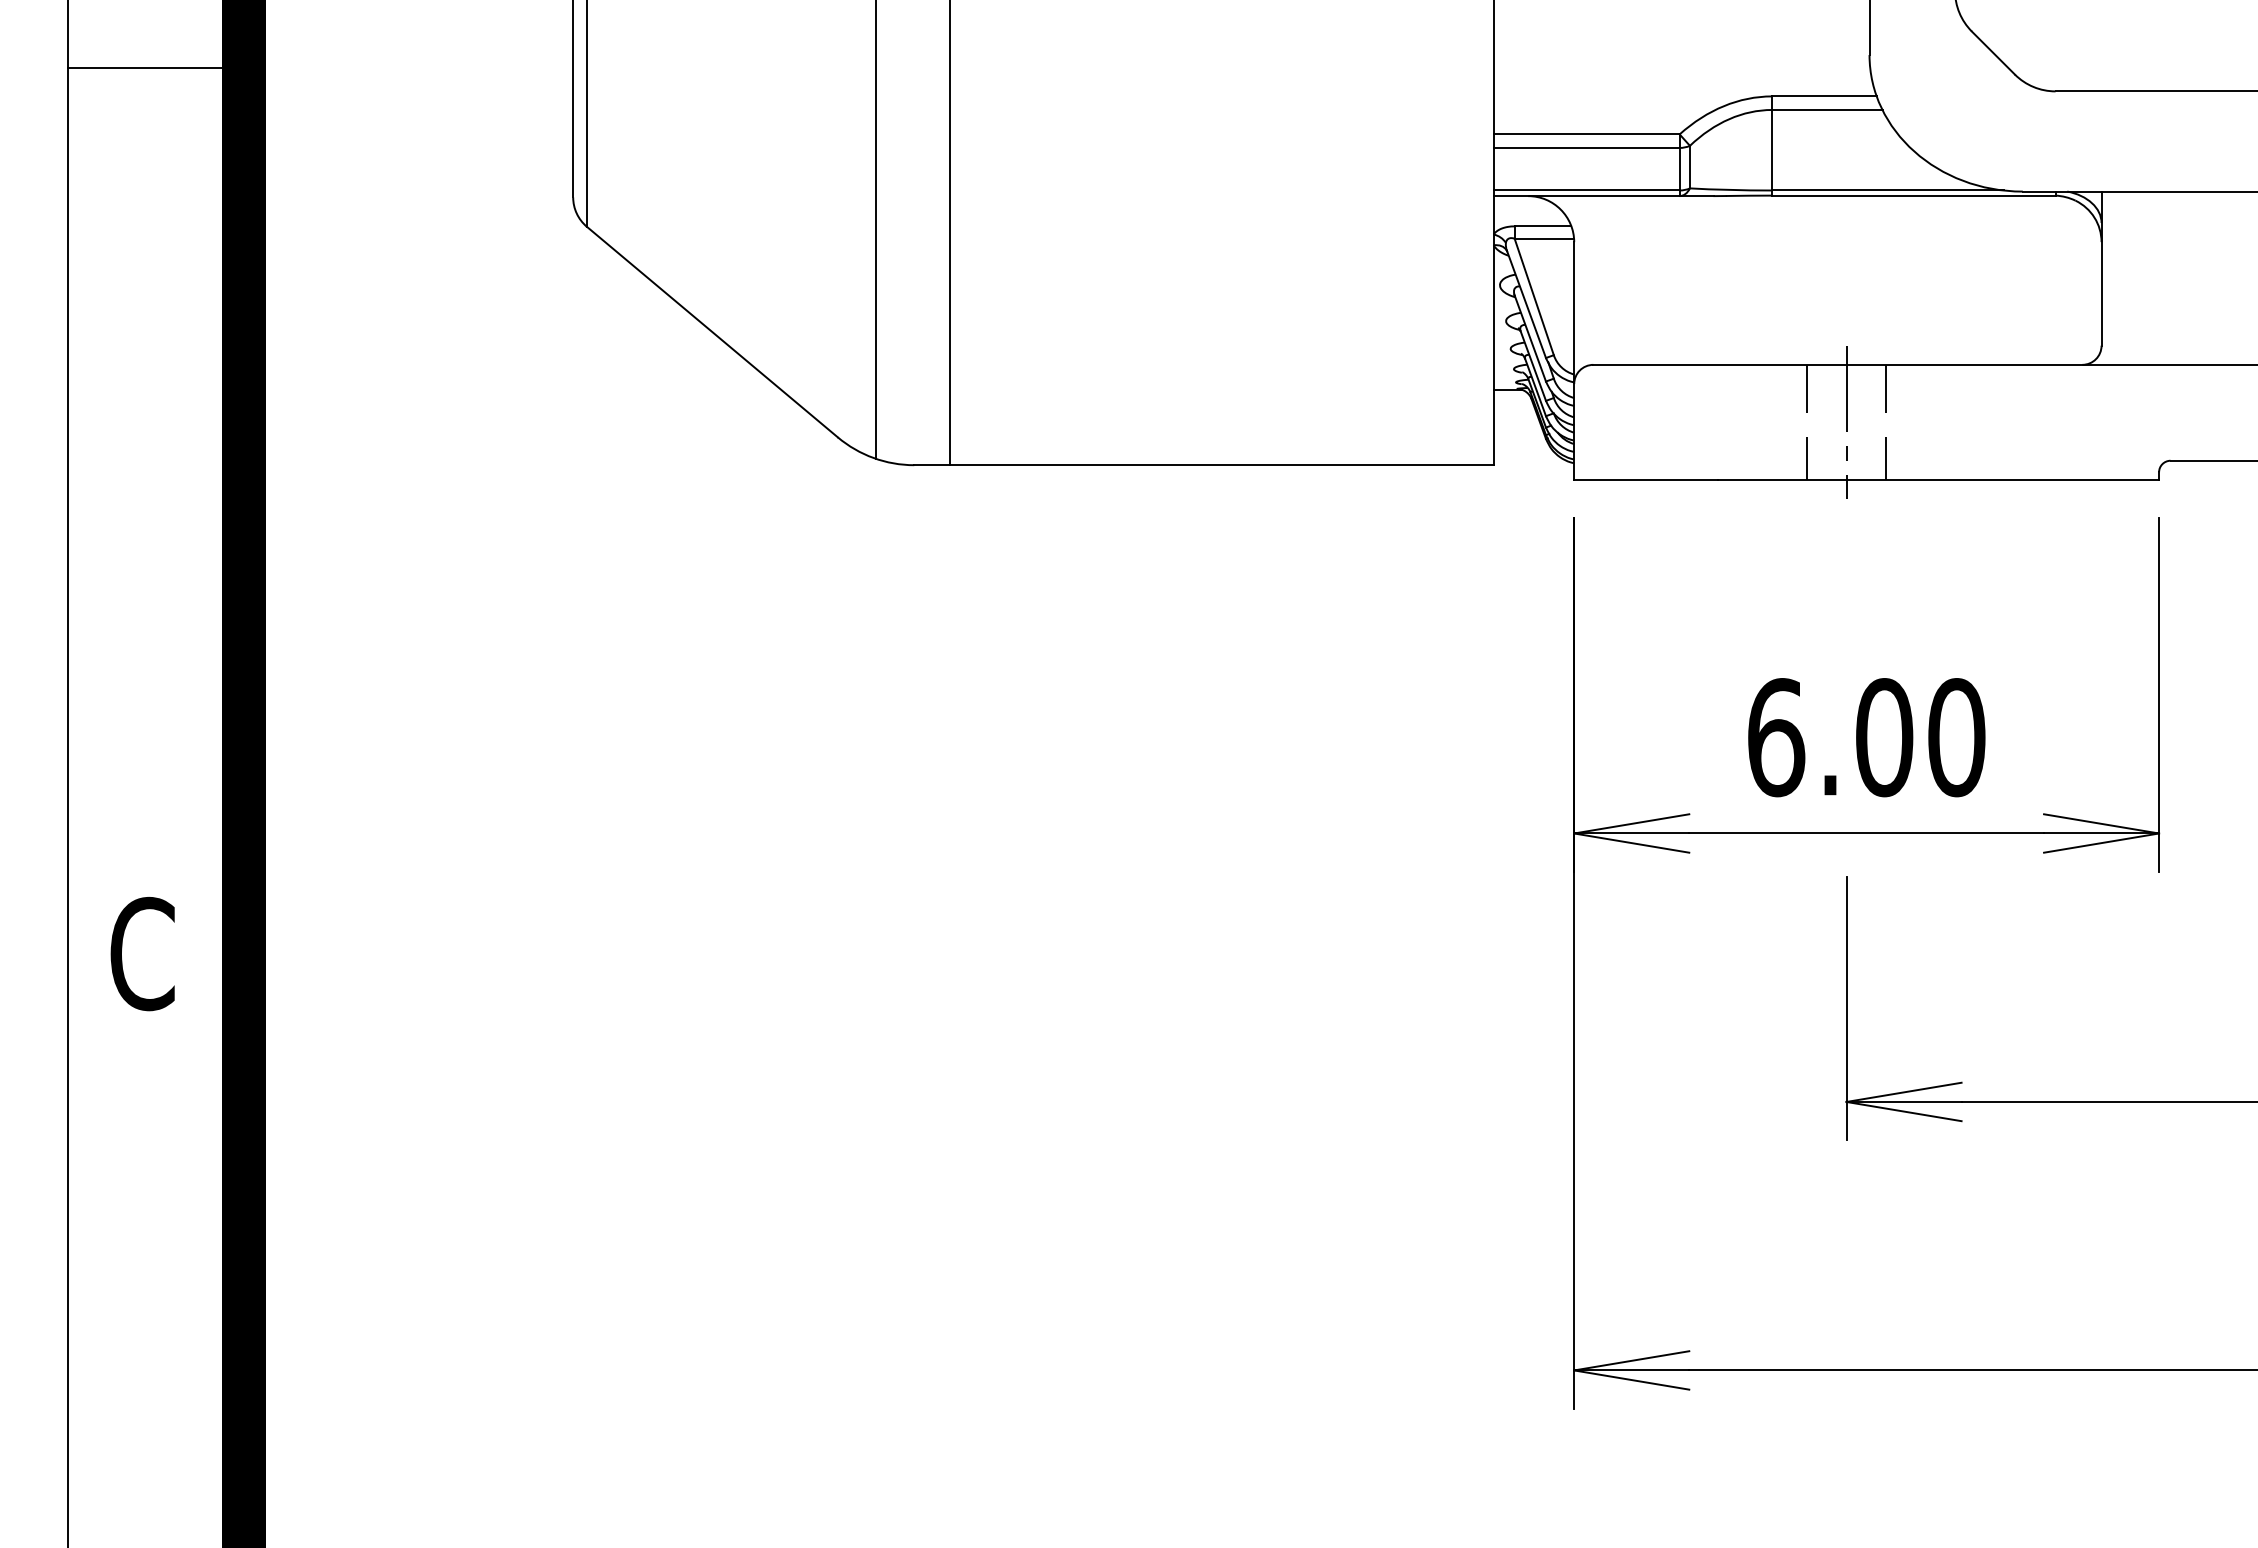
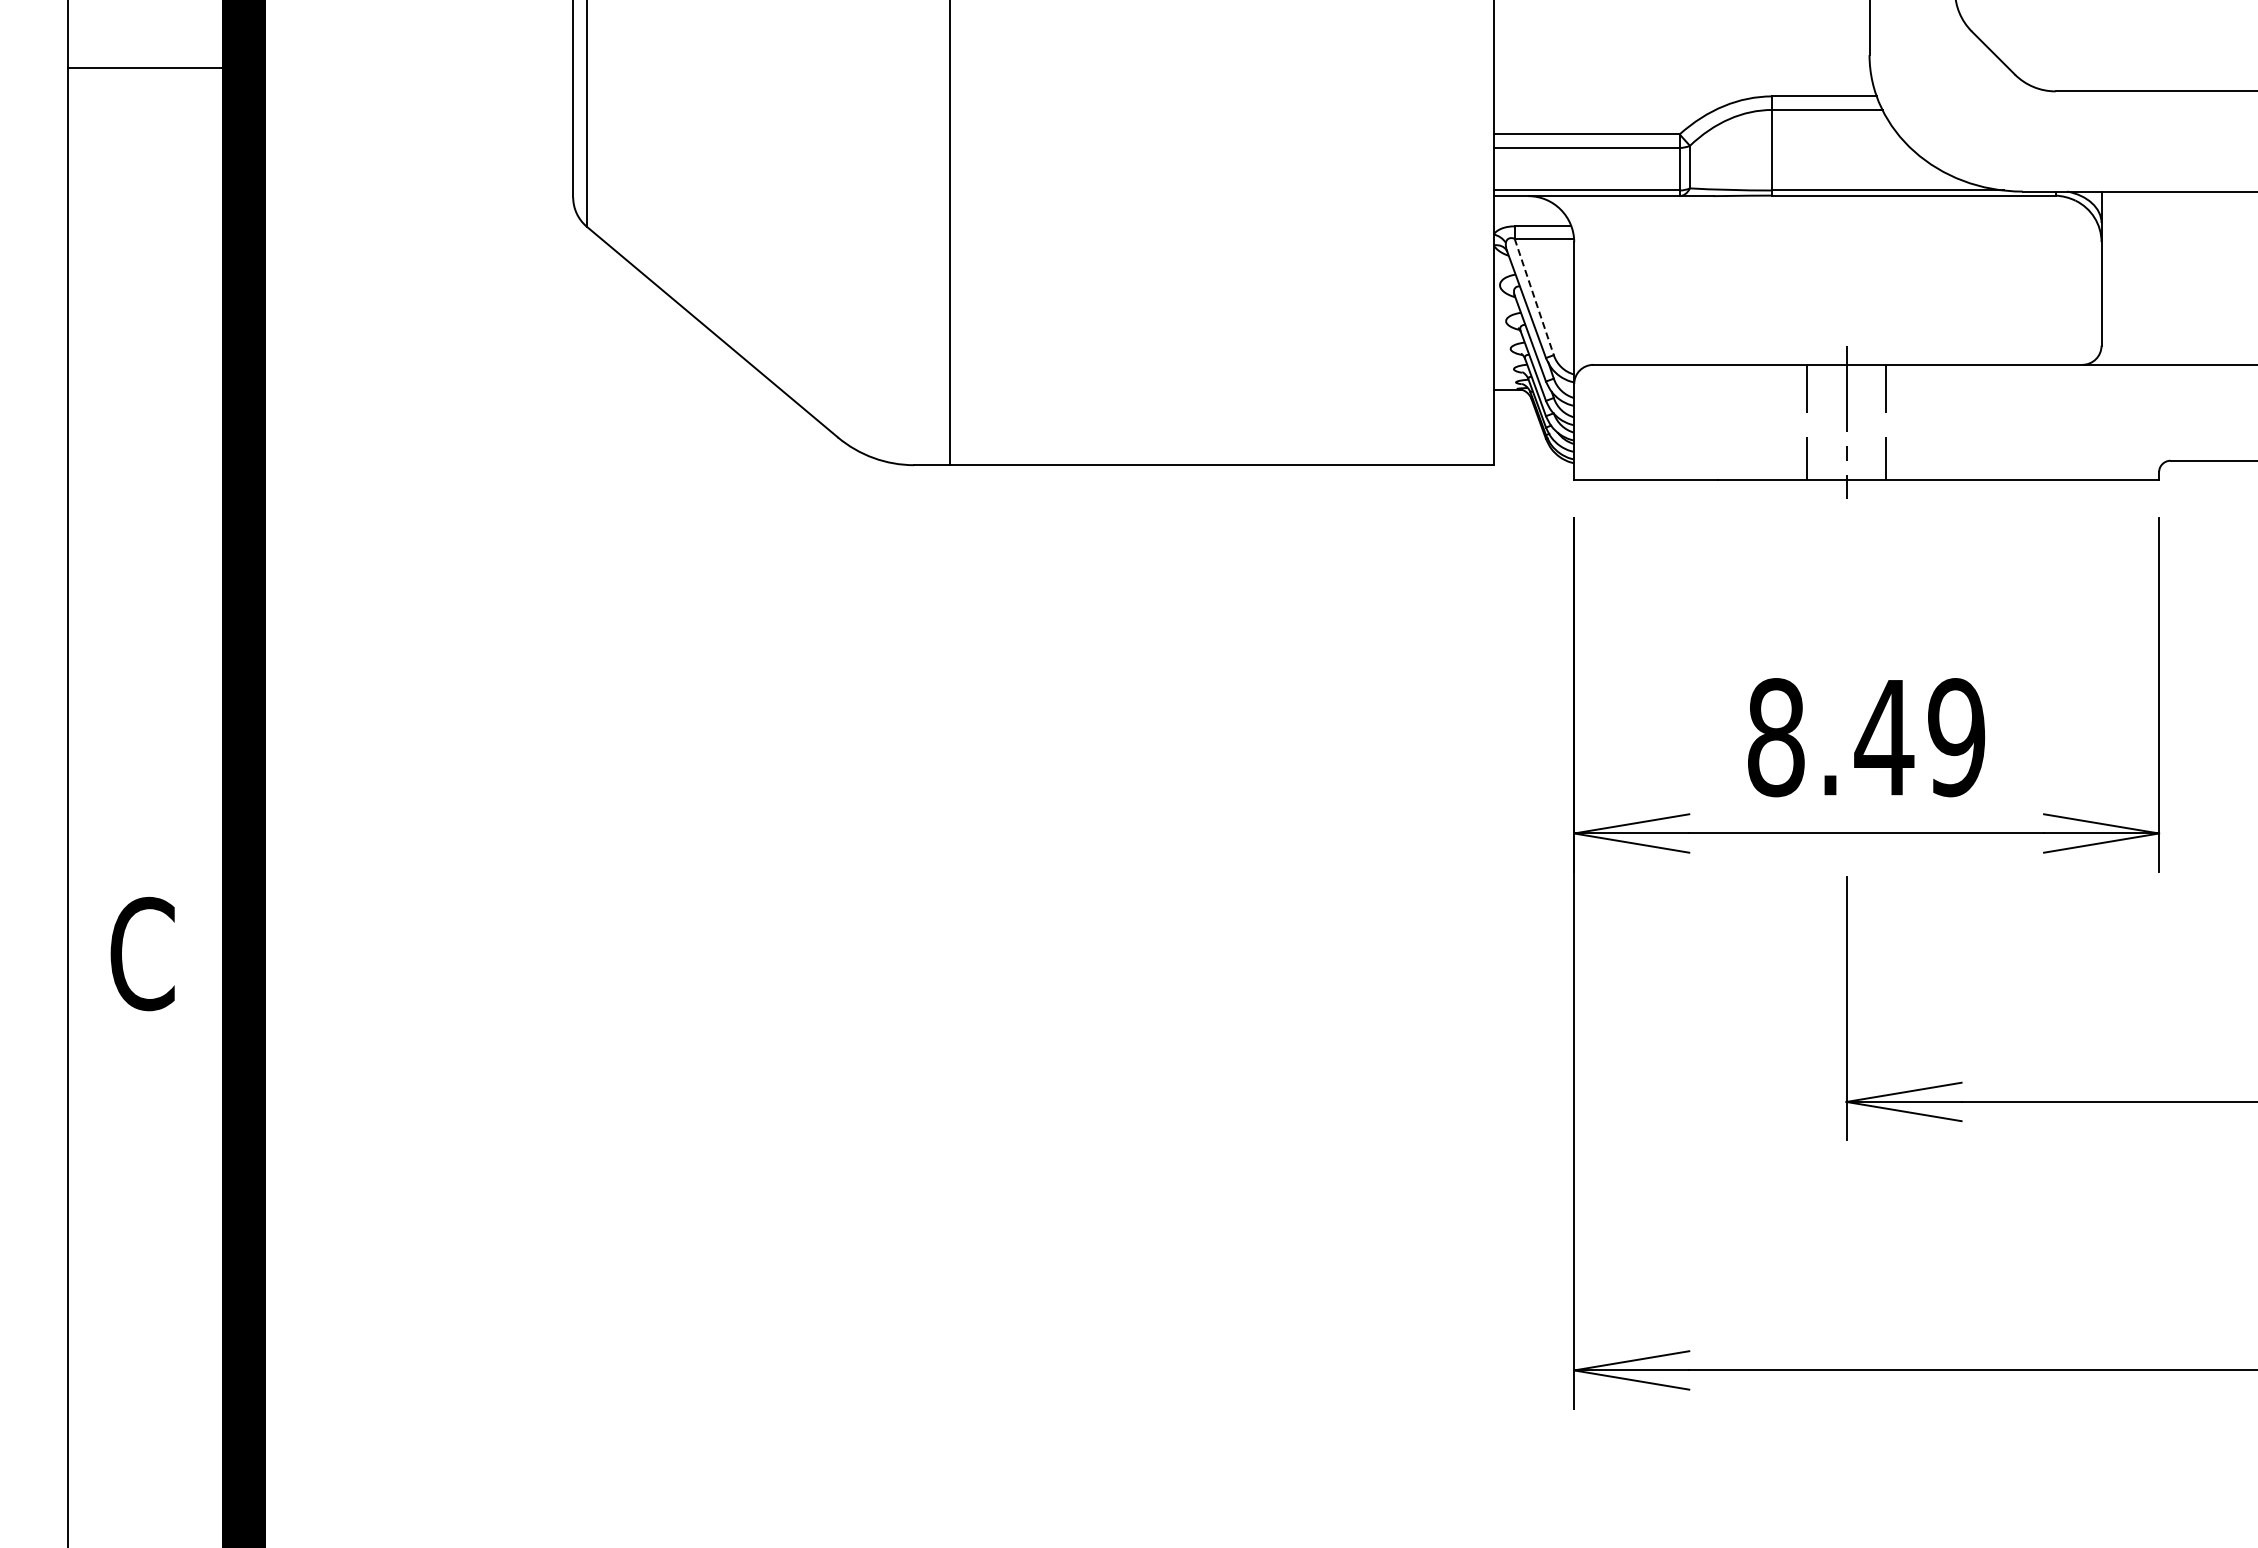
line at (876, 230): present -> none
line at (1534, 297): solid -> dashed
text at (1866, 737): 6.00 -> 8.49
